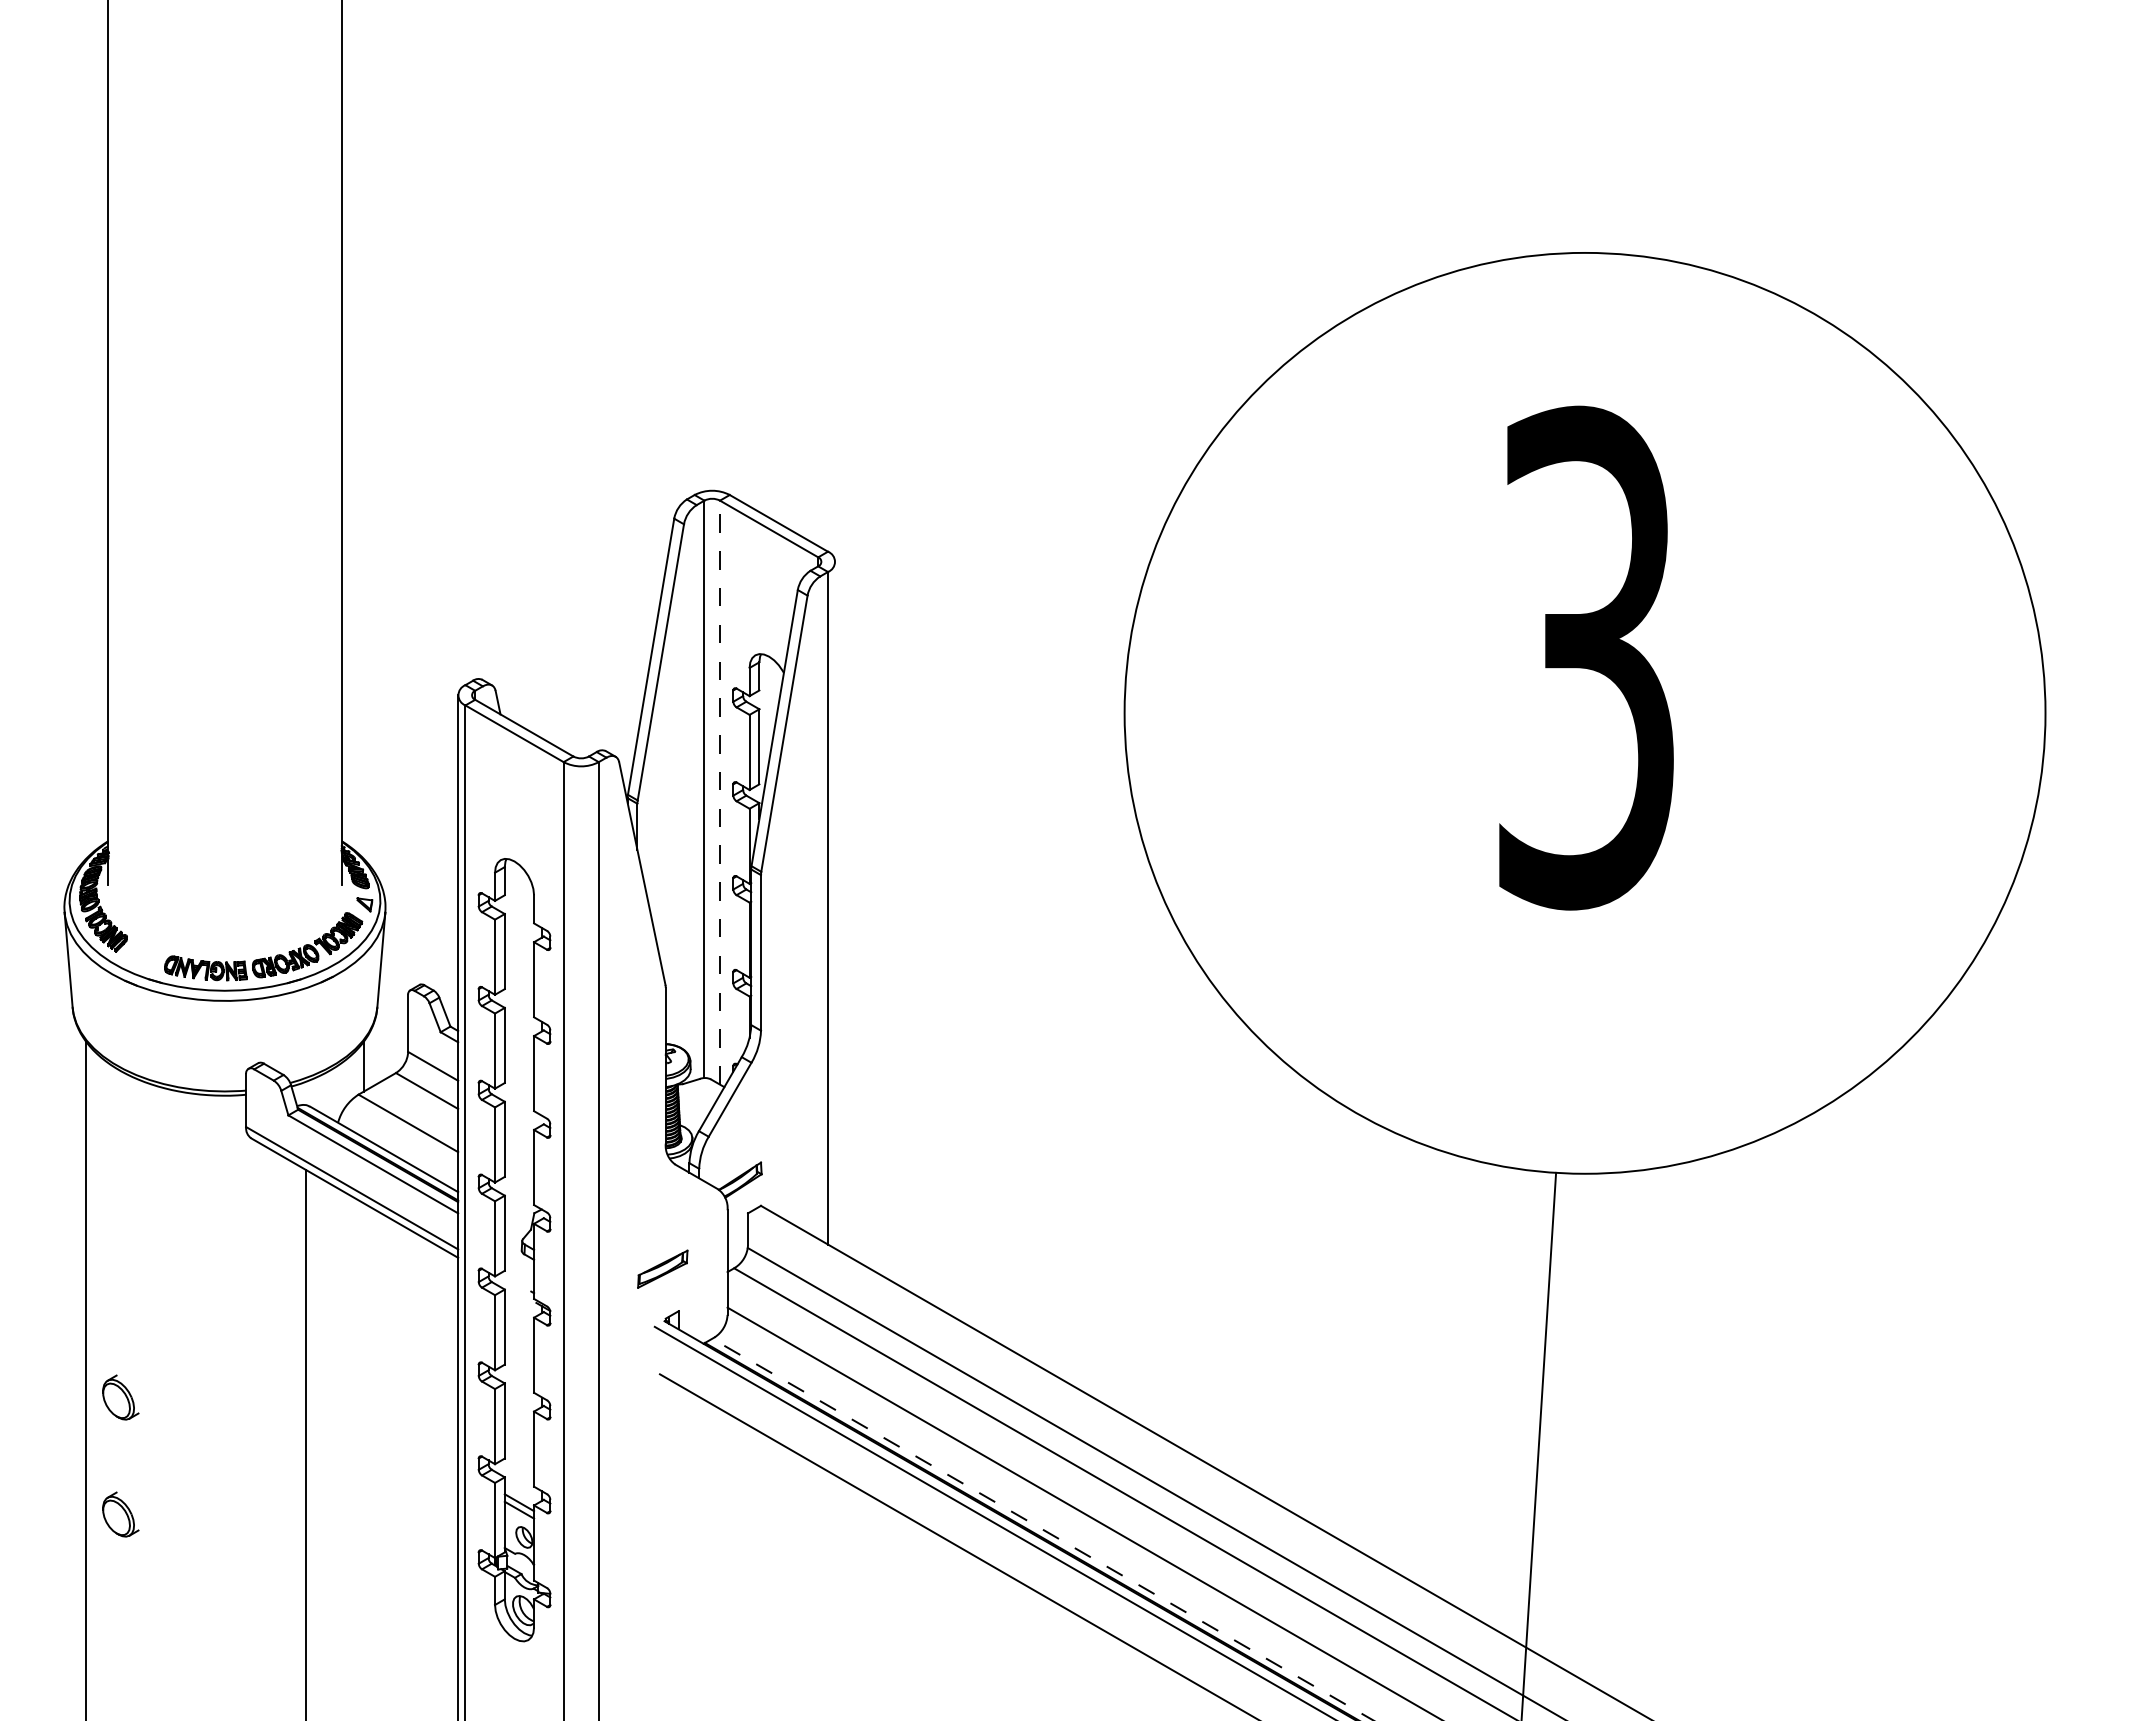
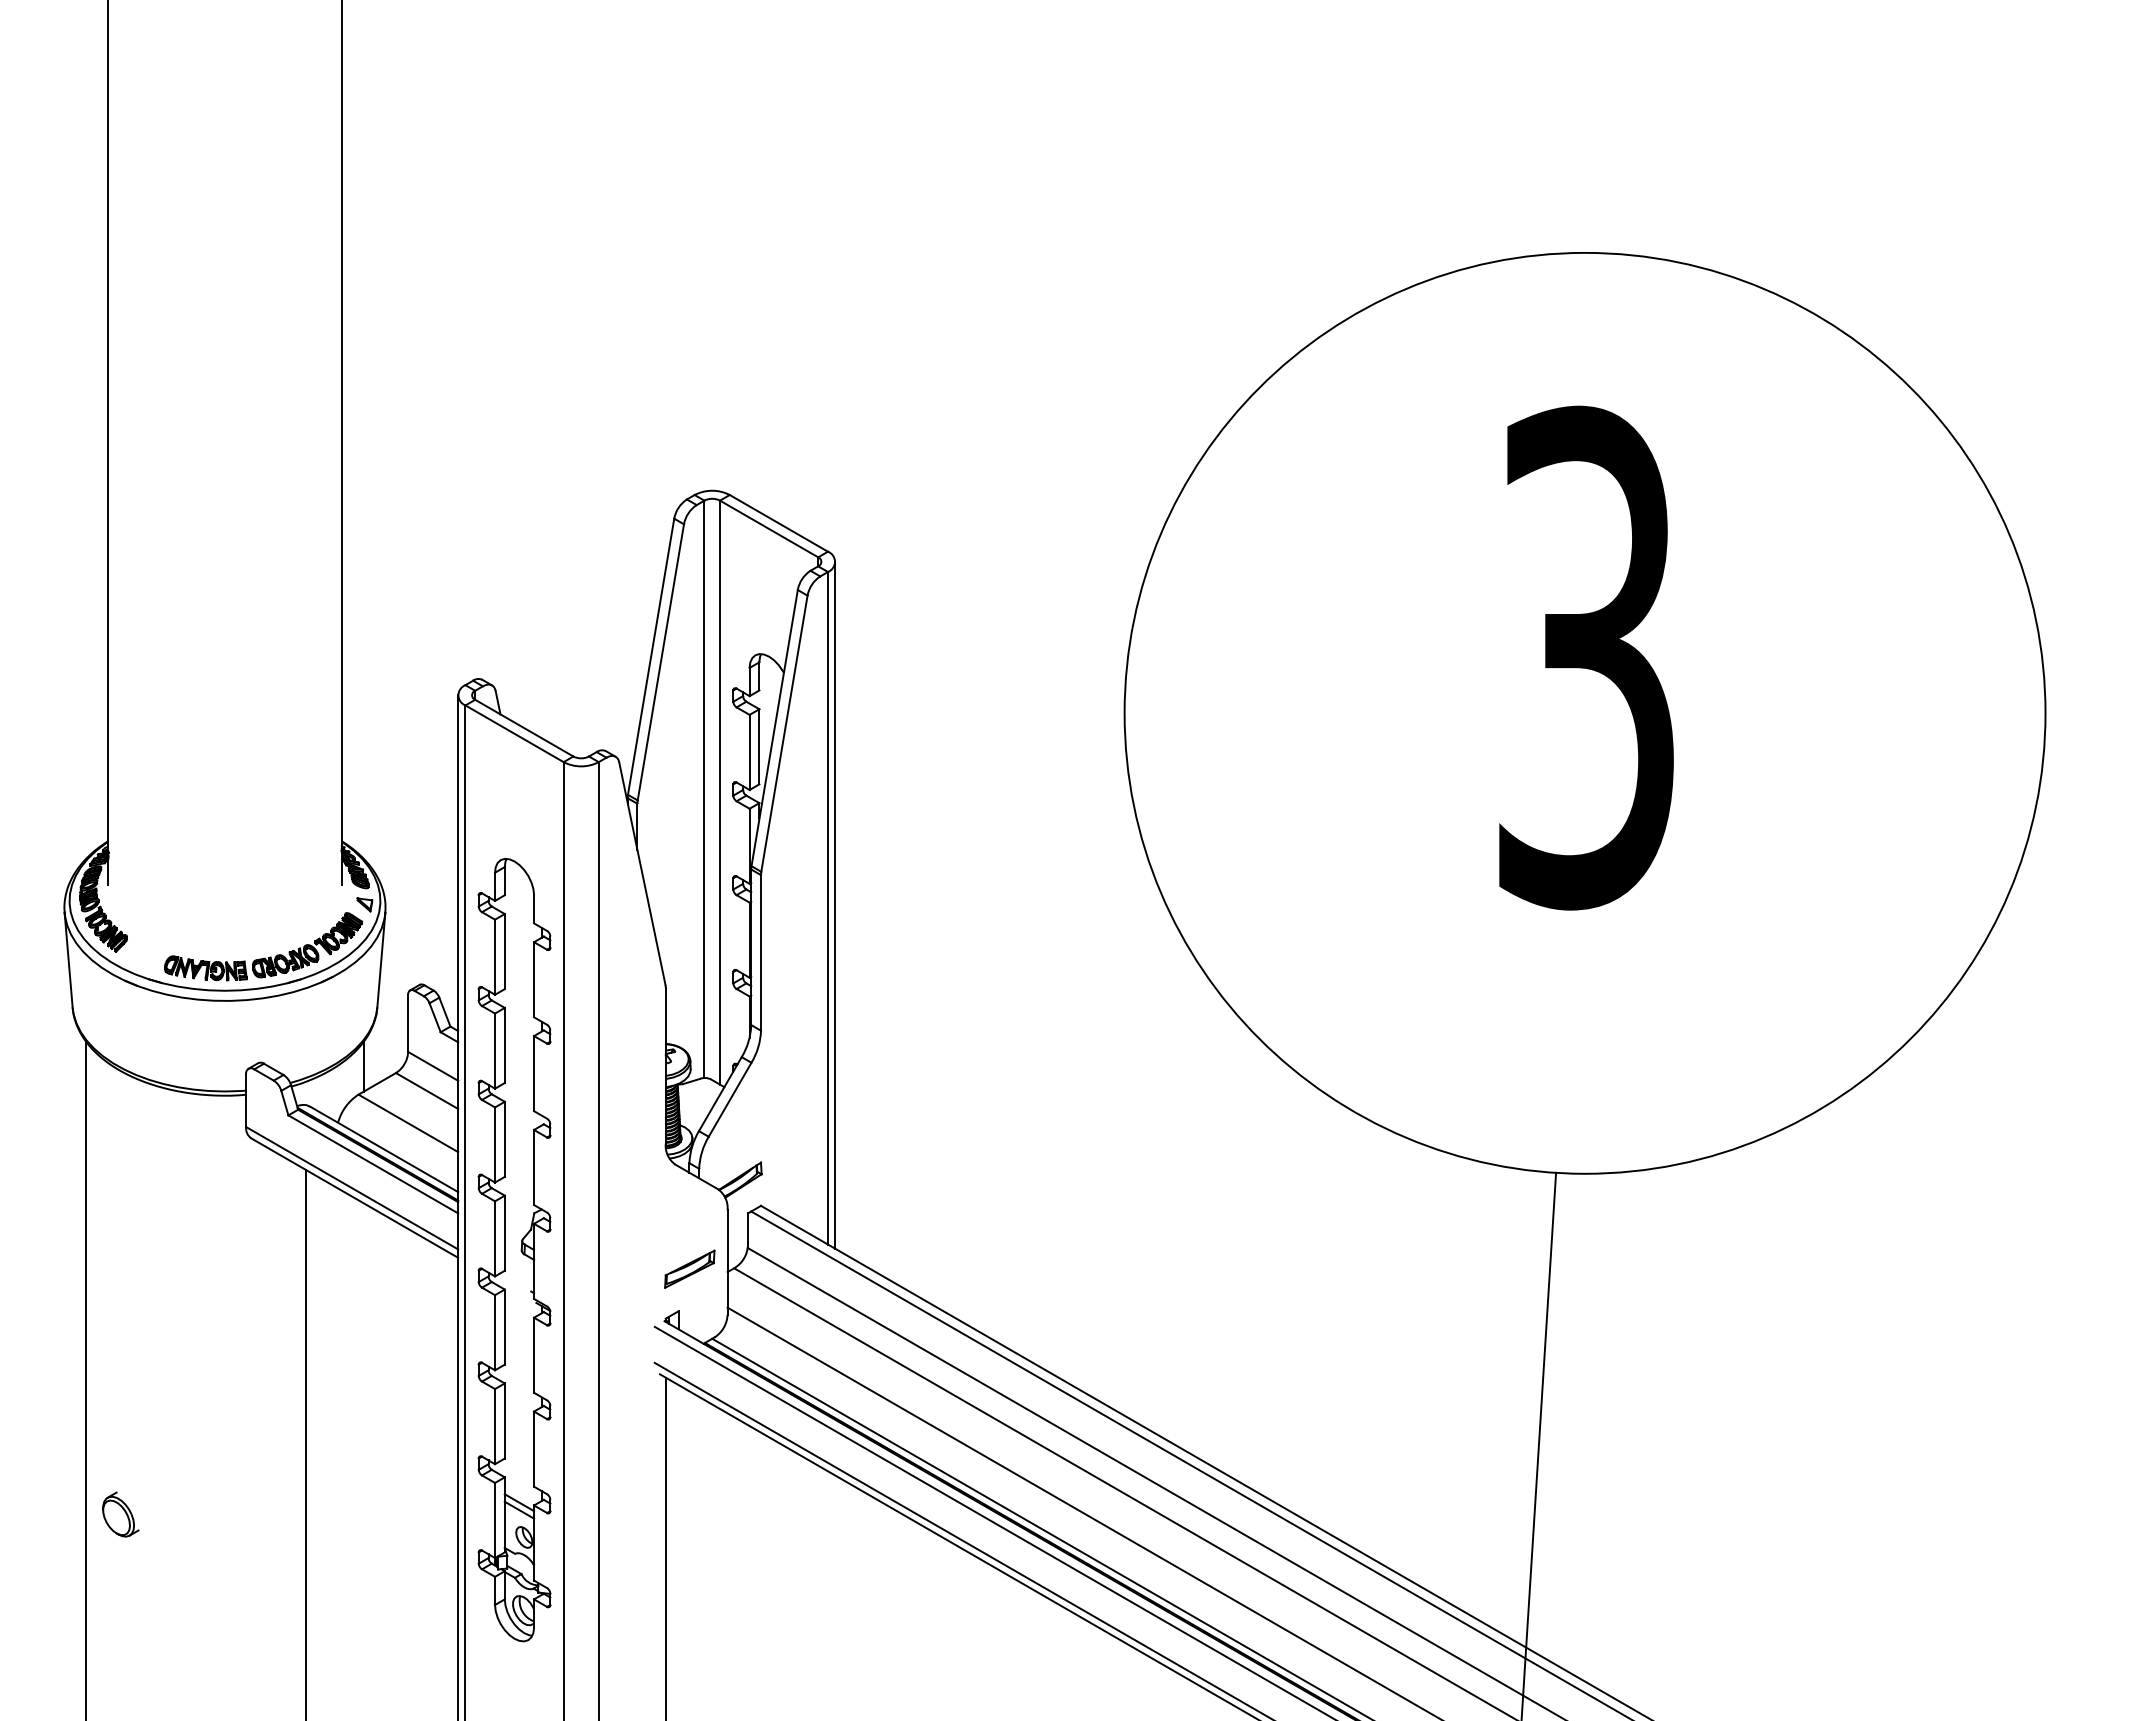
line at (720, 792): dashed -> solid
line at (835, 904): none -> present
part at (662, 1268) position: (662, 1268) -> (689, 1268)
part at (120, 1397): present -> none
line at (1189, 1464): none -> present
line at (1042, 1529): dashed -> solid
line at (961, 1539): none -> present
line at (665, 1547): none -> present
